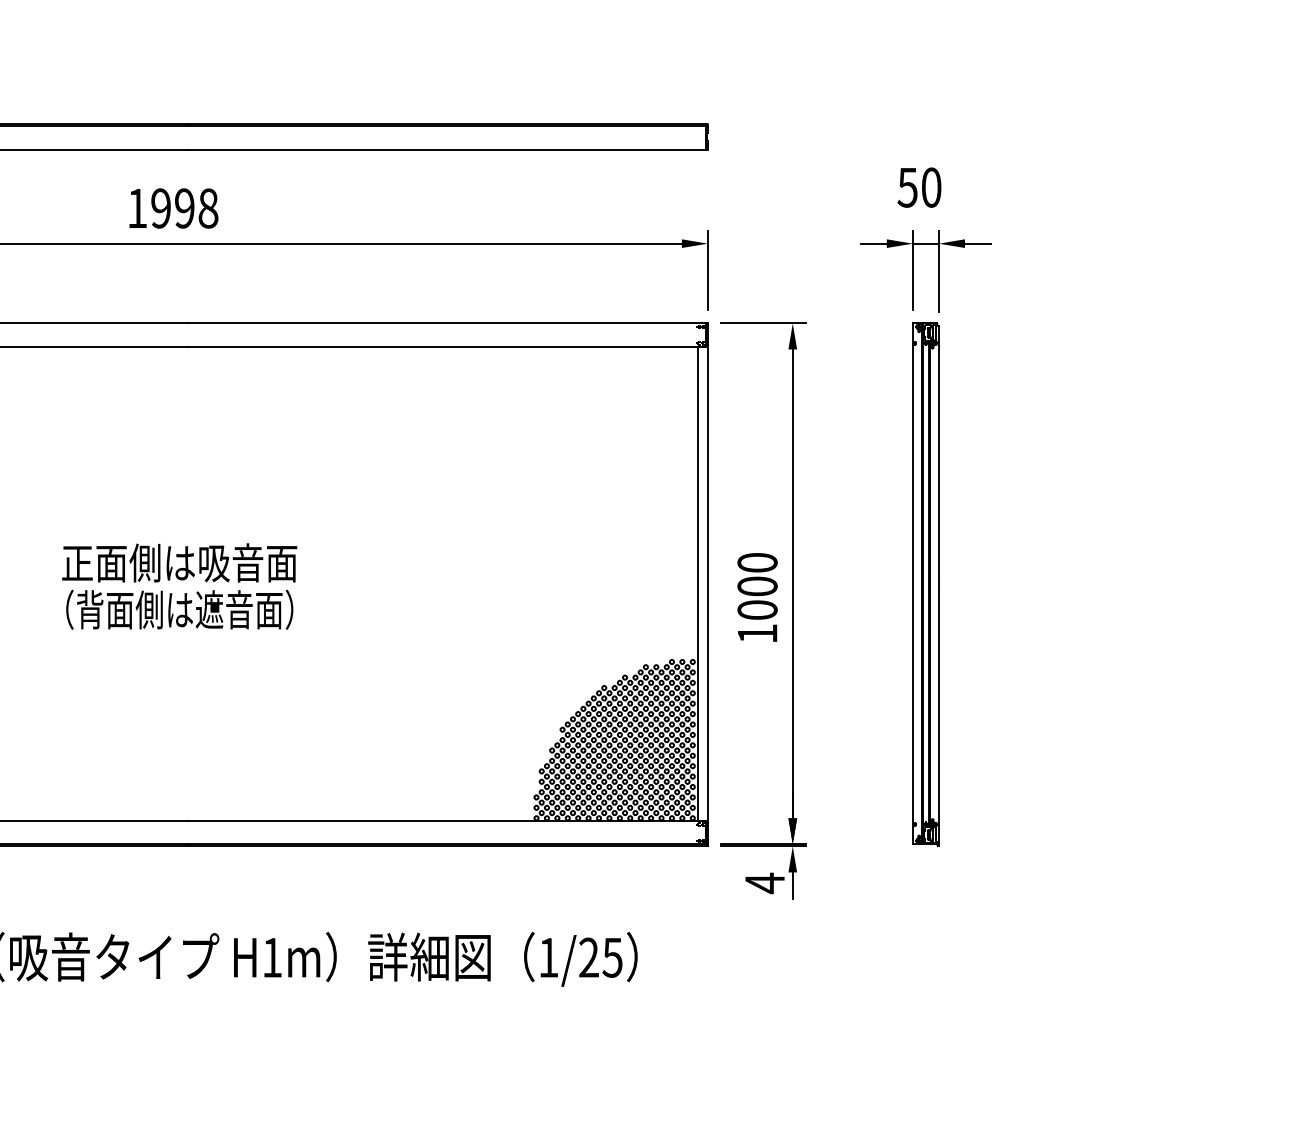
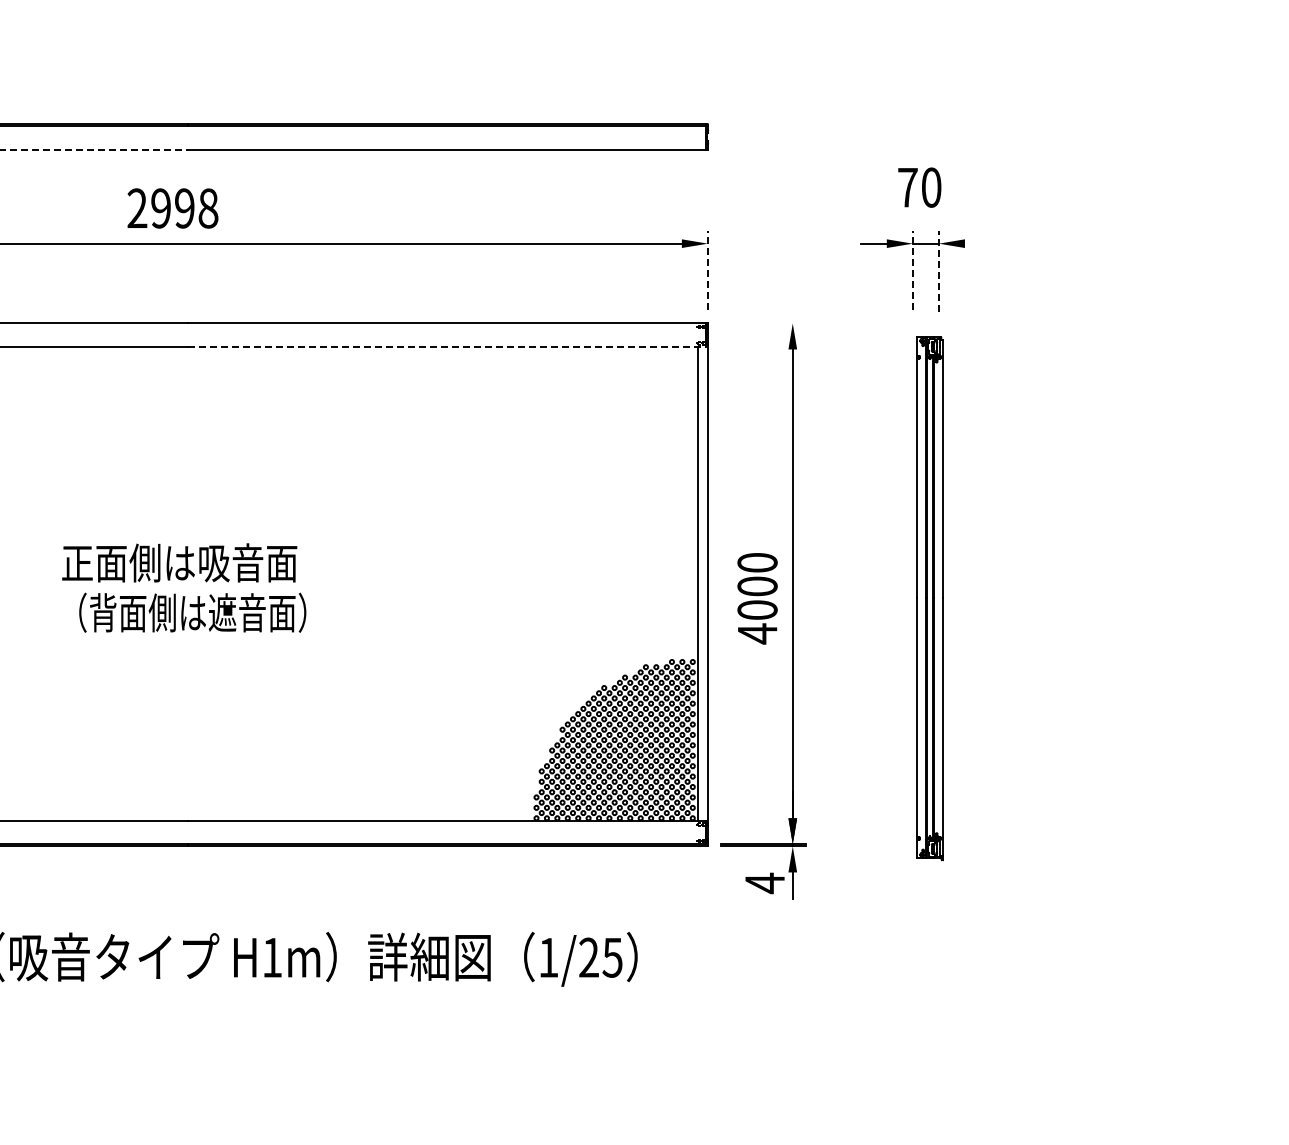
line at (94, 150): solid -> dashed
text at (907, 187): 50 -> 70
text at (137, 207): 1998 -> 2998
line at (977, 243): present -> none
line at (707, 270): solid -> dashed
line at (912, 270): solid -> dashed
line at (938, 271): solid -> dashed
line at (762, 323): present -> none
line at (447, 346): solid -> dashed
part at (925, 584) position: (925, 584) -> (929, 598)
text at (179, 609) position: (179, 609) -> (192, 612)
text at (757, 633): 1000 -> 4000
